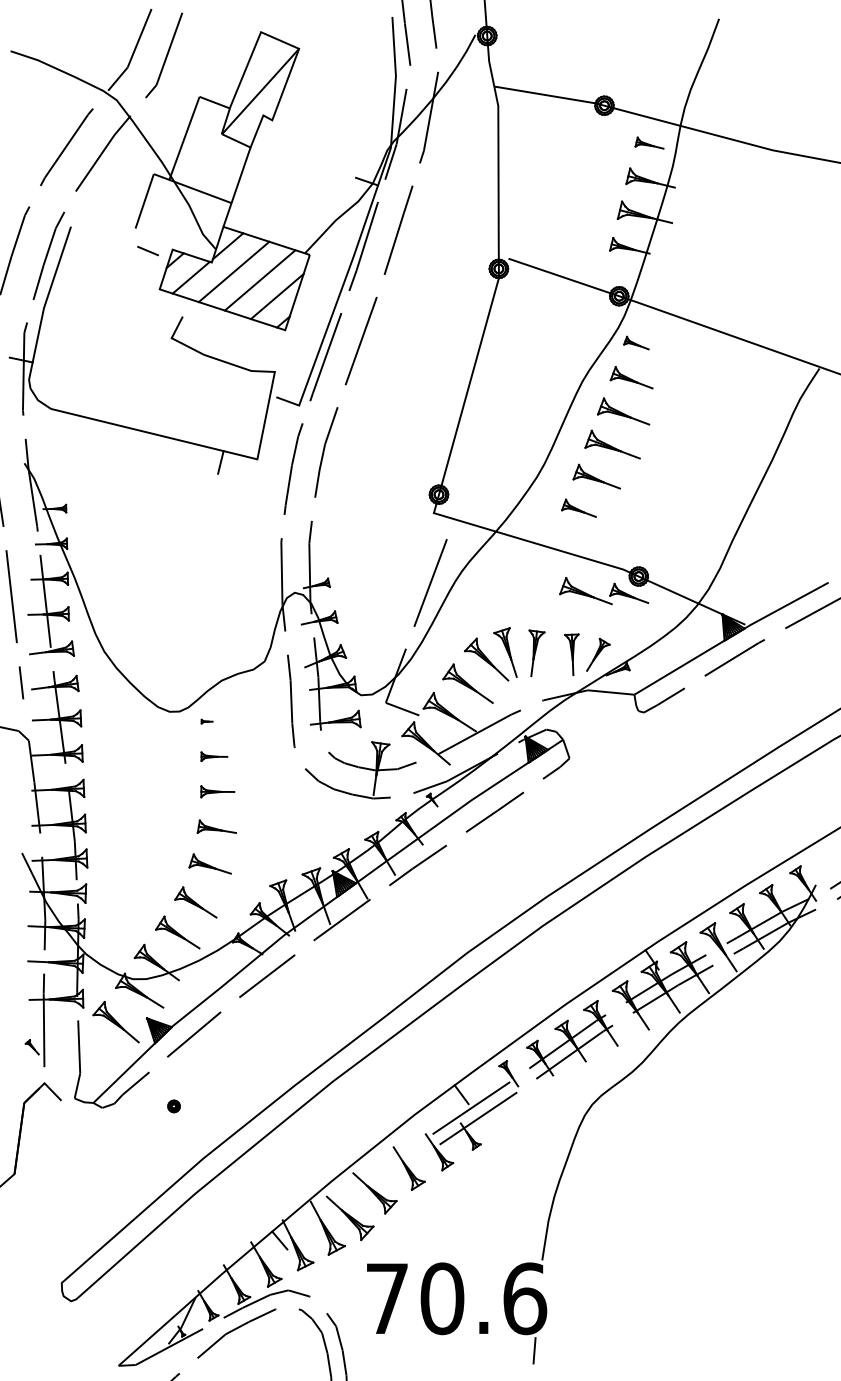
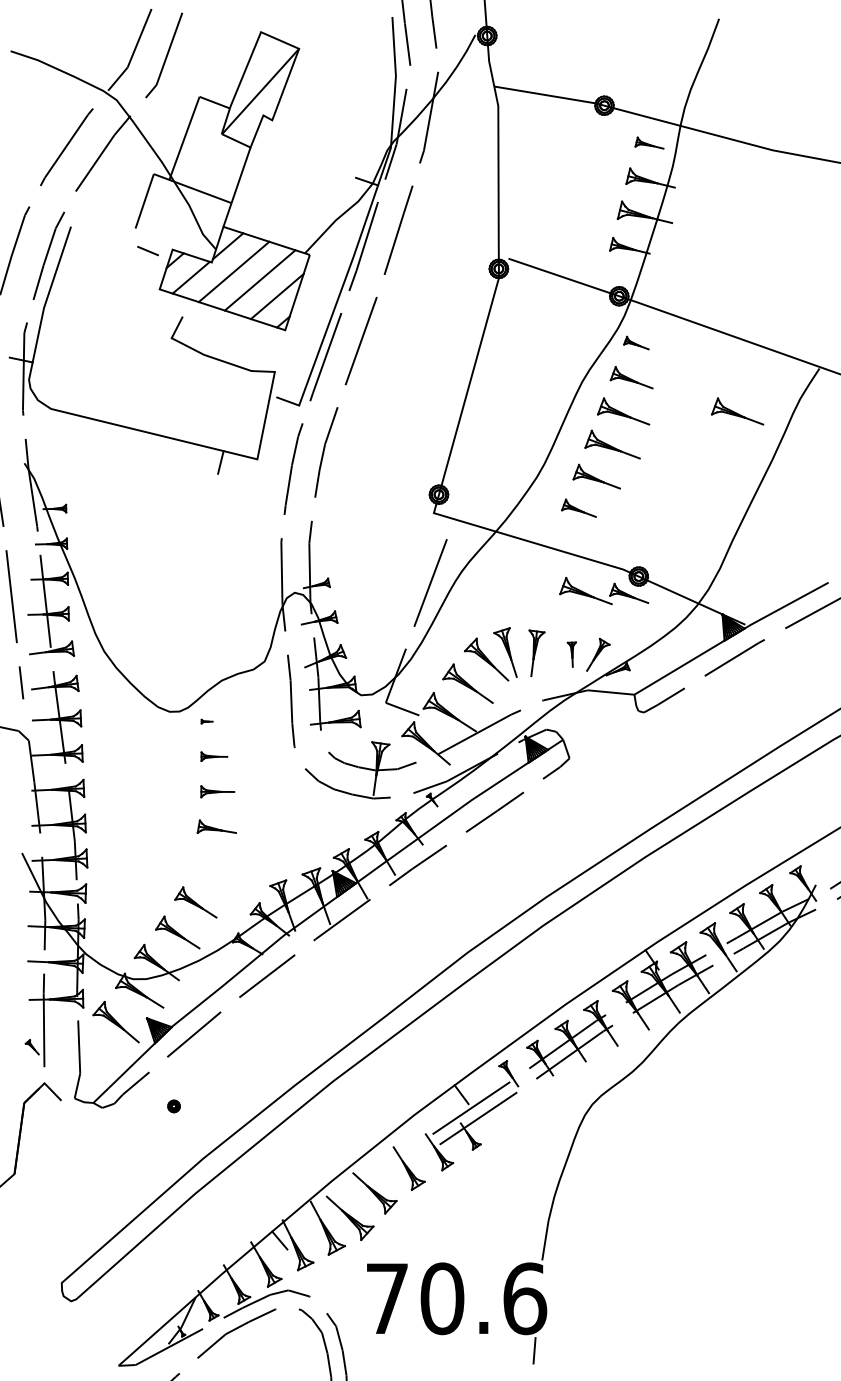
part at (737, 411): none -> present
part at (571, 654) size: 16x43 px -> 11x27 px
part at (209, 863): present -> none
